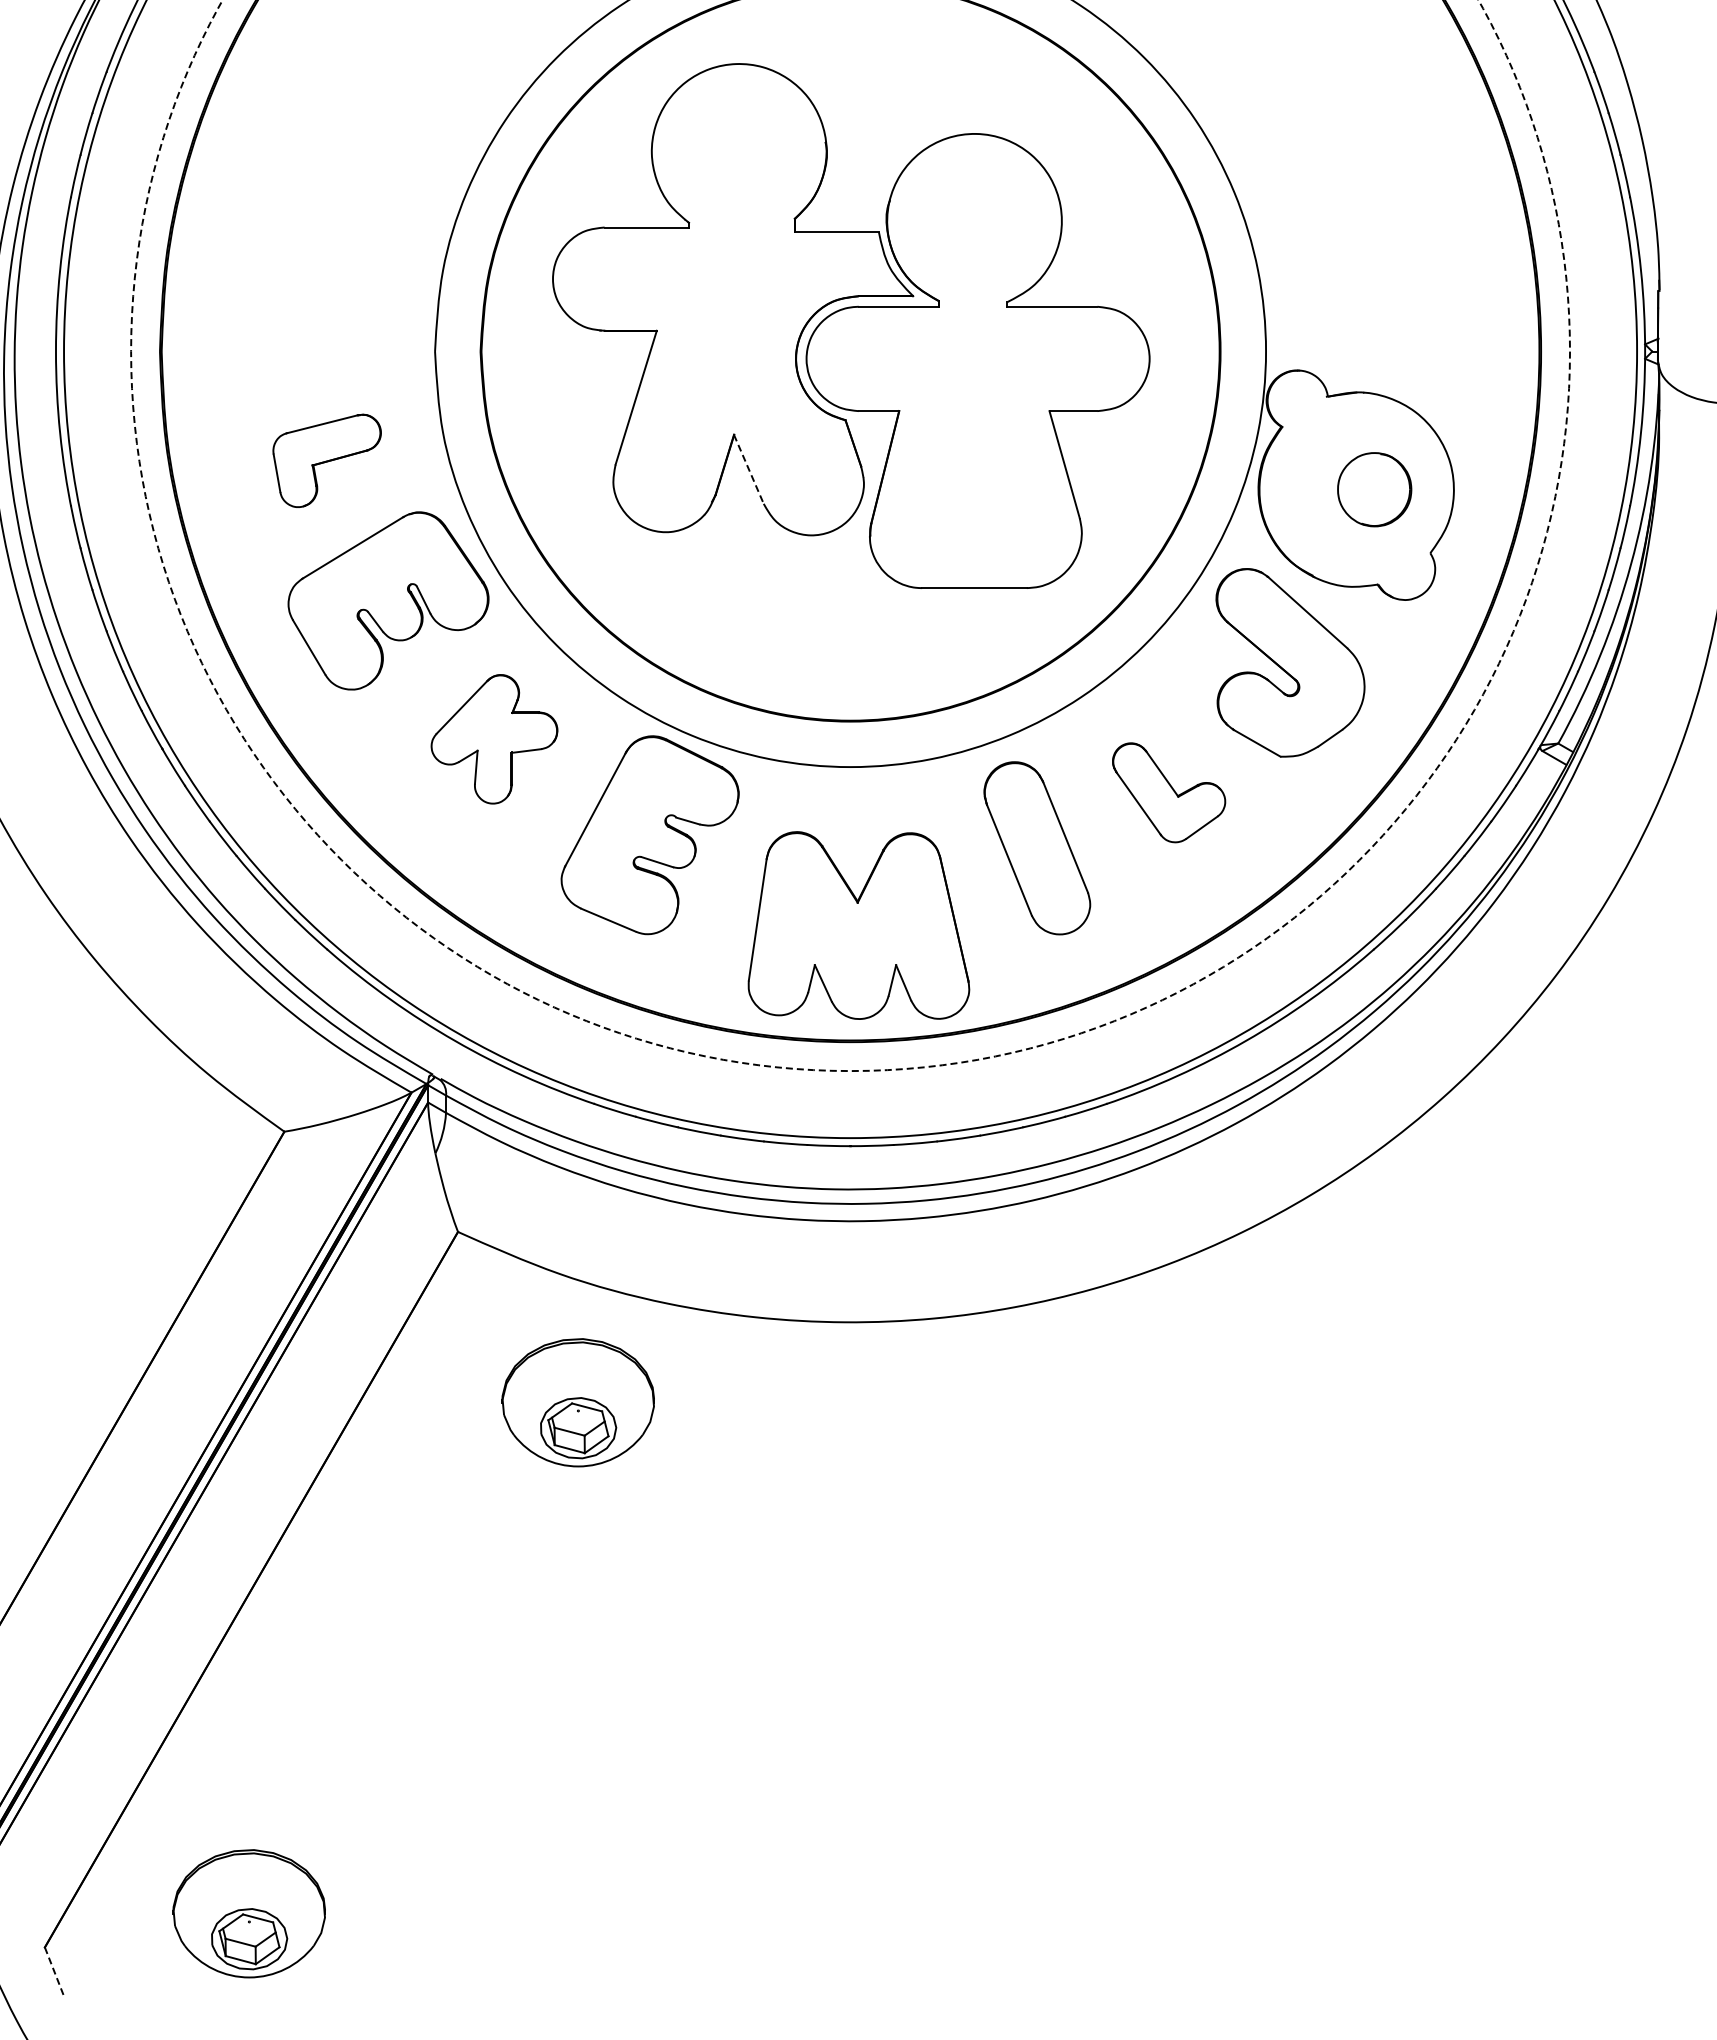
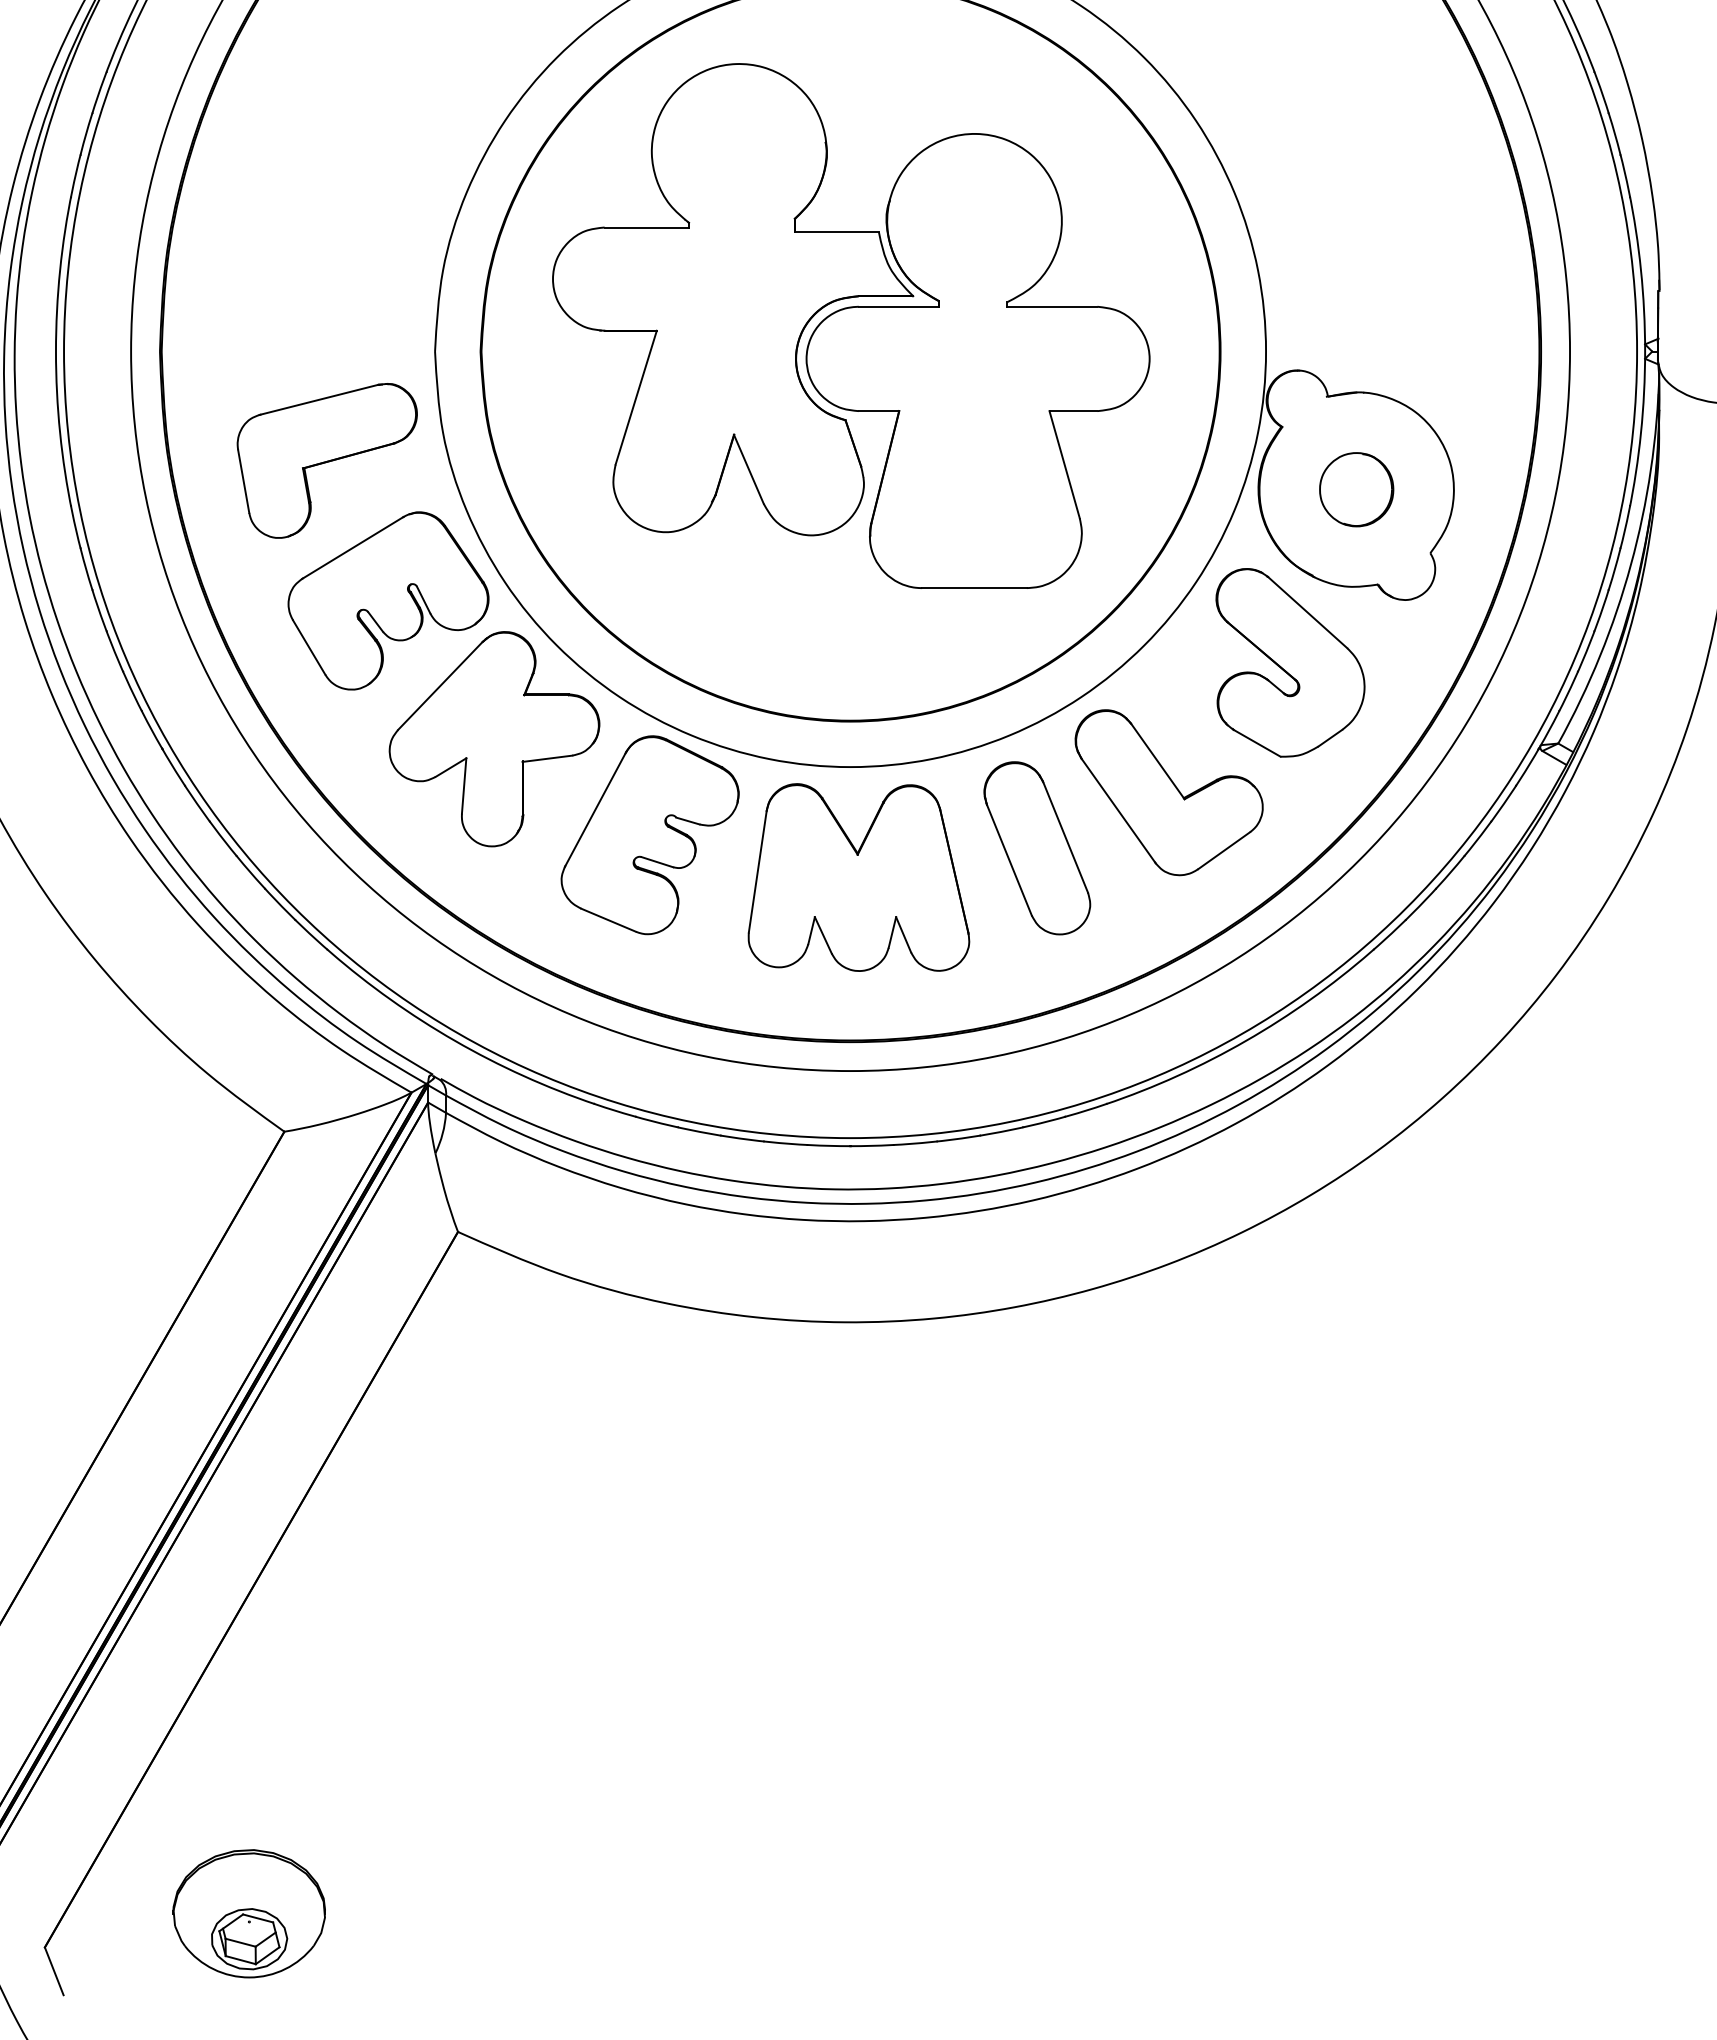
part at (326, 460) size: 110x95 px -> 182x156 px
line at (748, 469): dashed -> solid
part at (1374, 489) position: (1374, 489) -> (1356, 489)
circle at (850, 535): dashed -> solid
part at (494, 739) size: 129x131 px -> 213x217 px
part at (1169, 792) size: 115x102 px -> 190x168 px
part at (858, 925) position: (858, 925) -> (858, 877)
part at (577, 1402): present -> none
line at (54, 1972): dashed -> solid
